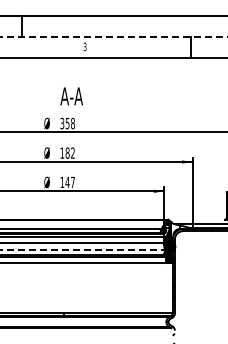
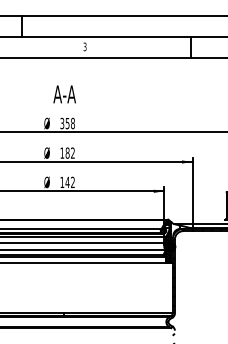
line at (114, 36): dashed -> solid
text at (71, 96) position: (71, 96) -> (64, 94)
text at (72, 181): 147 -> 142
line at (83, 250): dashed -> solid
